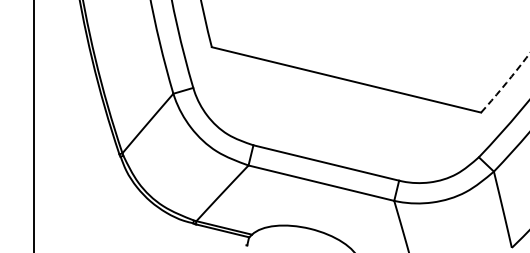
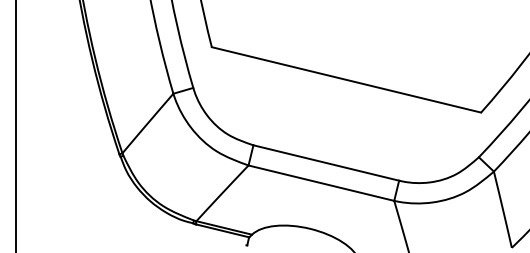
arc at (506, 83): dashed -> solid
line at (33, 125) position: (33, 125) -> (15, 125)
